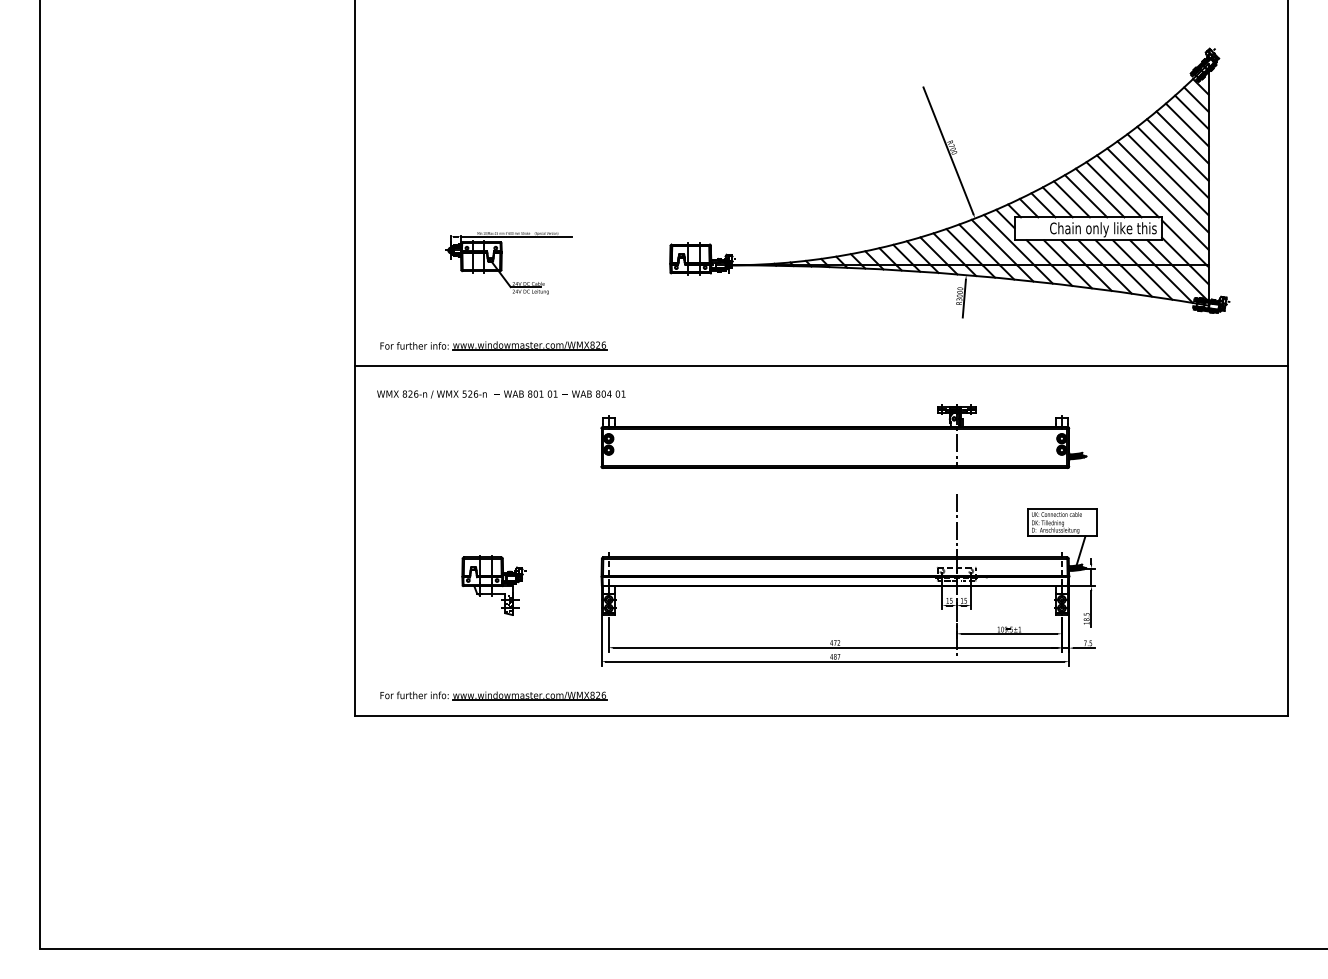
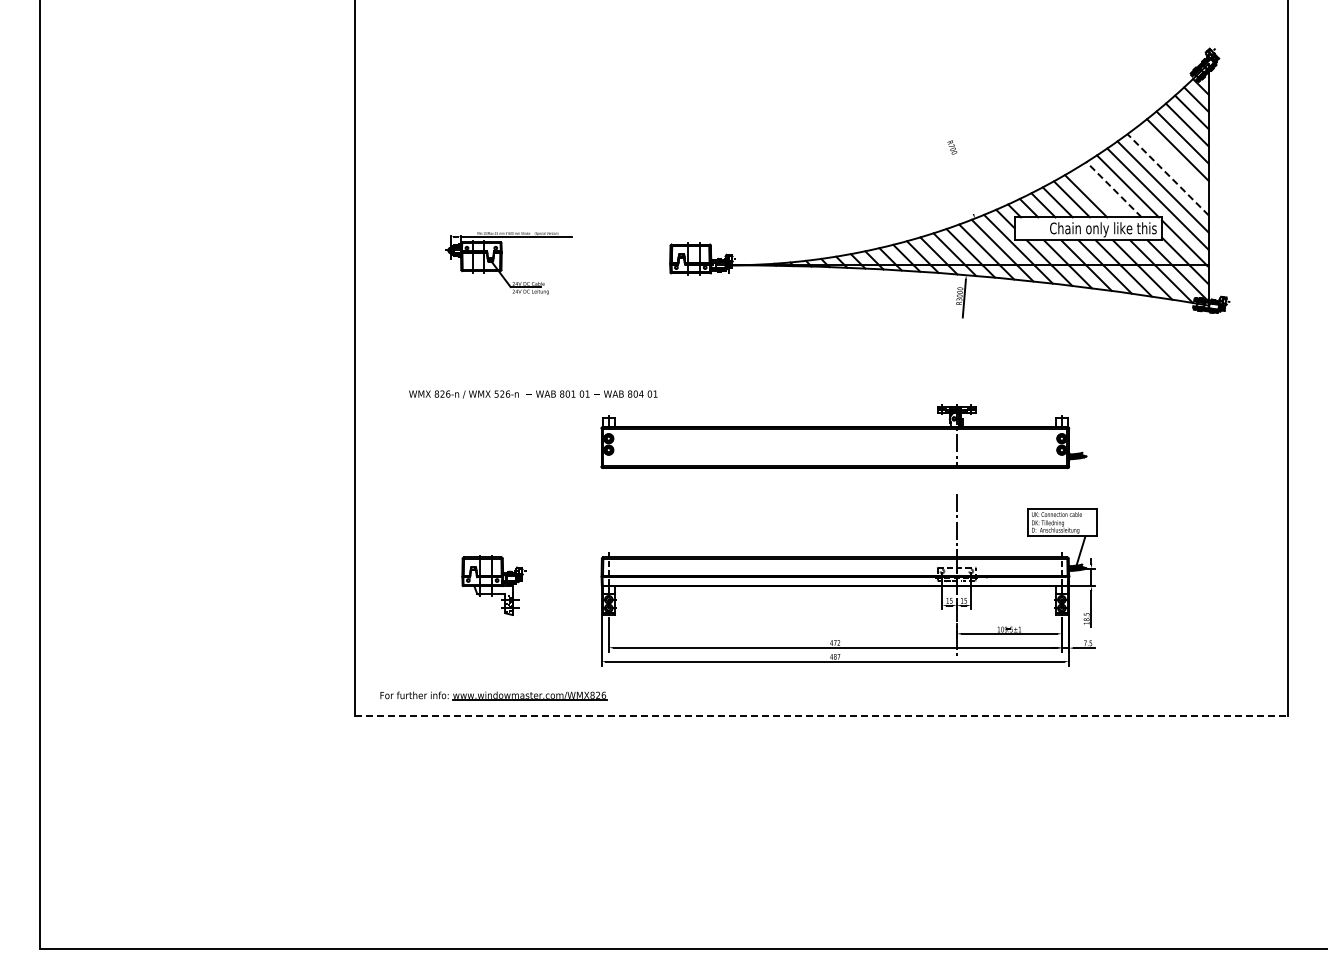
line at (948, 150): present -> none
line at (1172, 162): present -> none
line at (1167, 174): solid -> dashed
line at (1113, 189): solid -> dashed
line at (1099, 192): present -> none
part at (493, 345): present -> none
line at (821, 365): present -> none
text at (501, 394) position: (501, 394) -> (533, 394)
line at (822, 715): solid -> dashed
